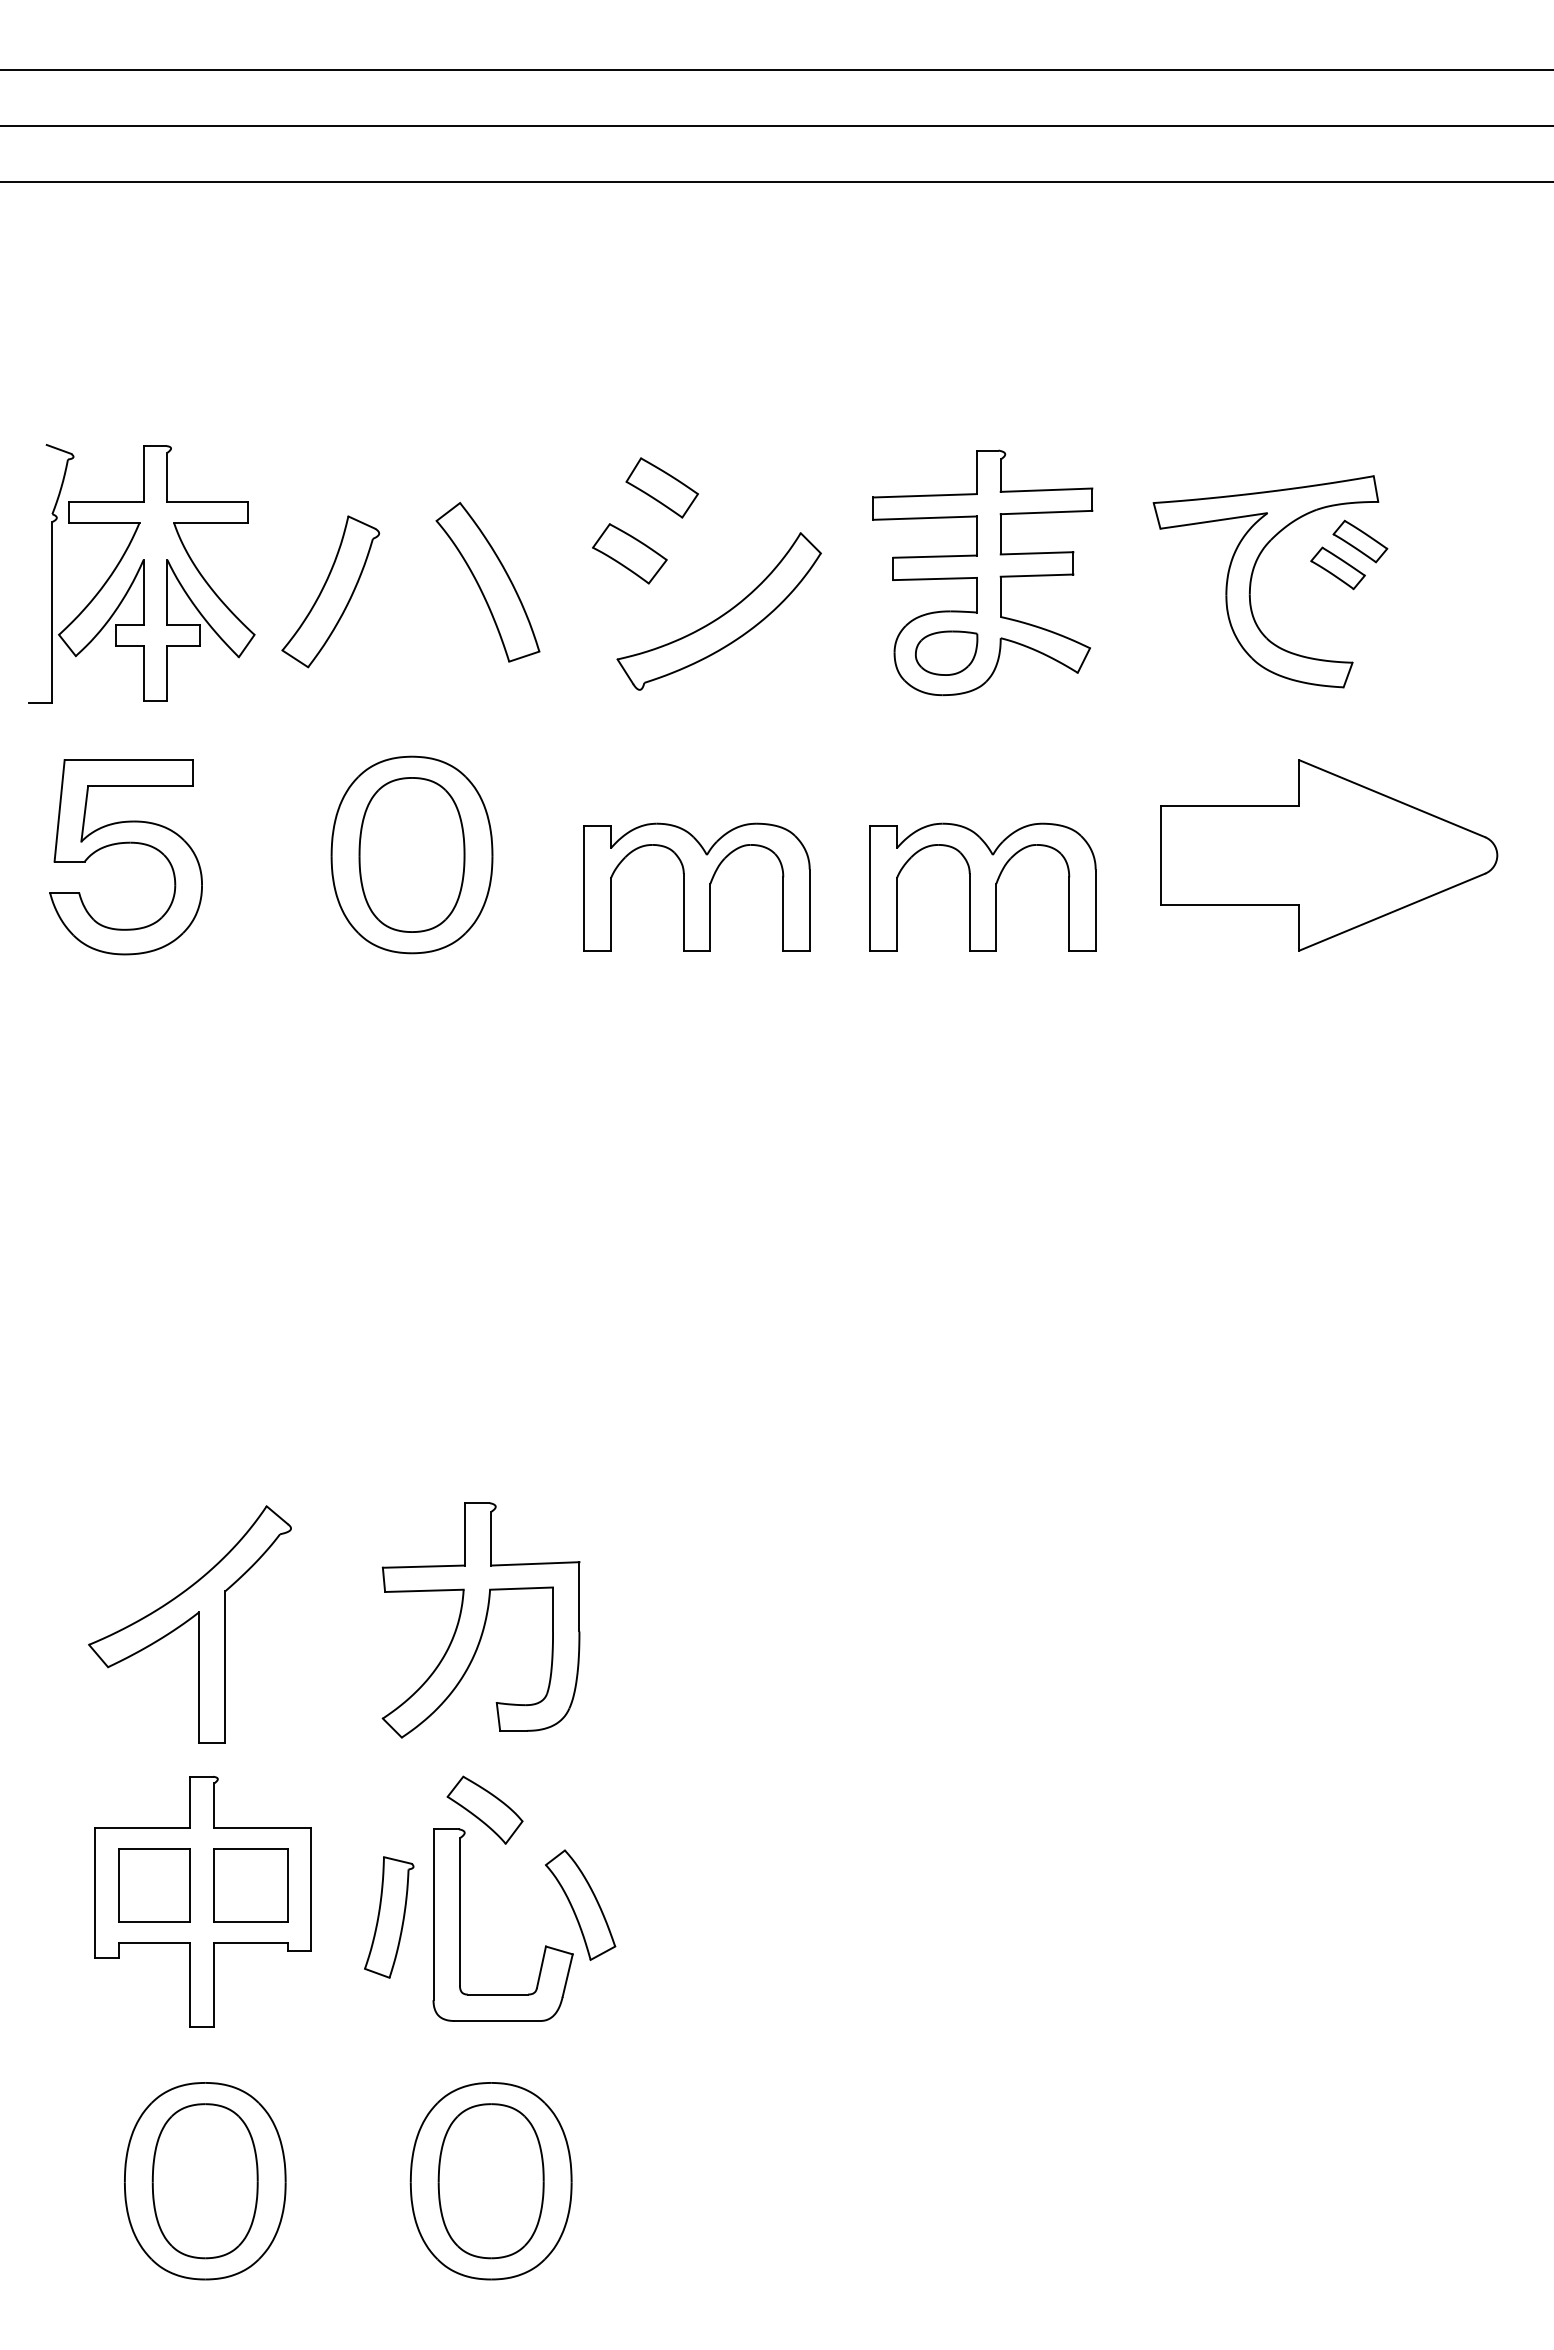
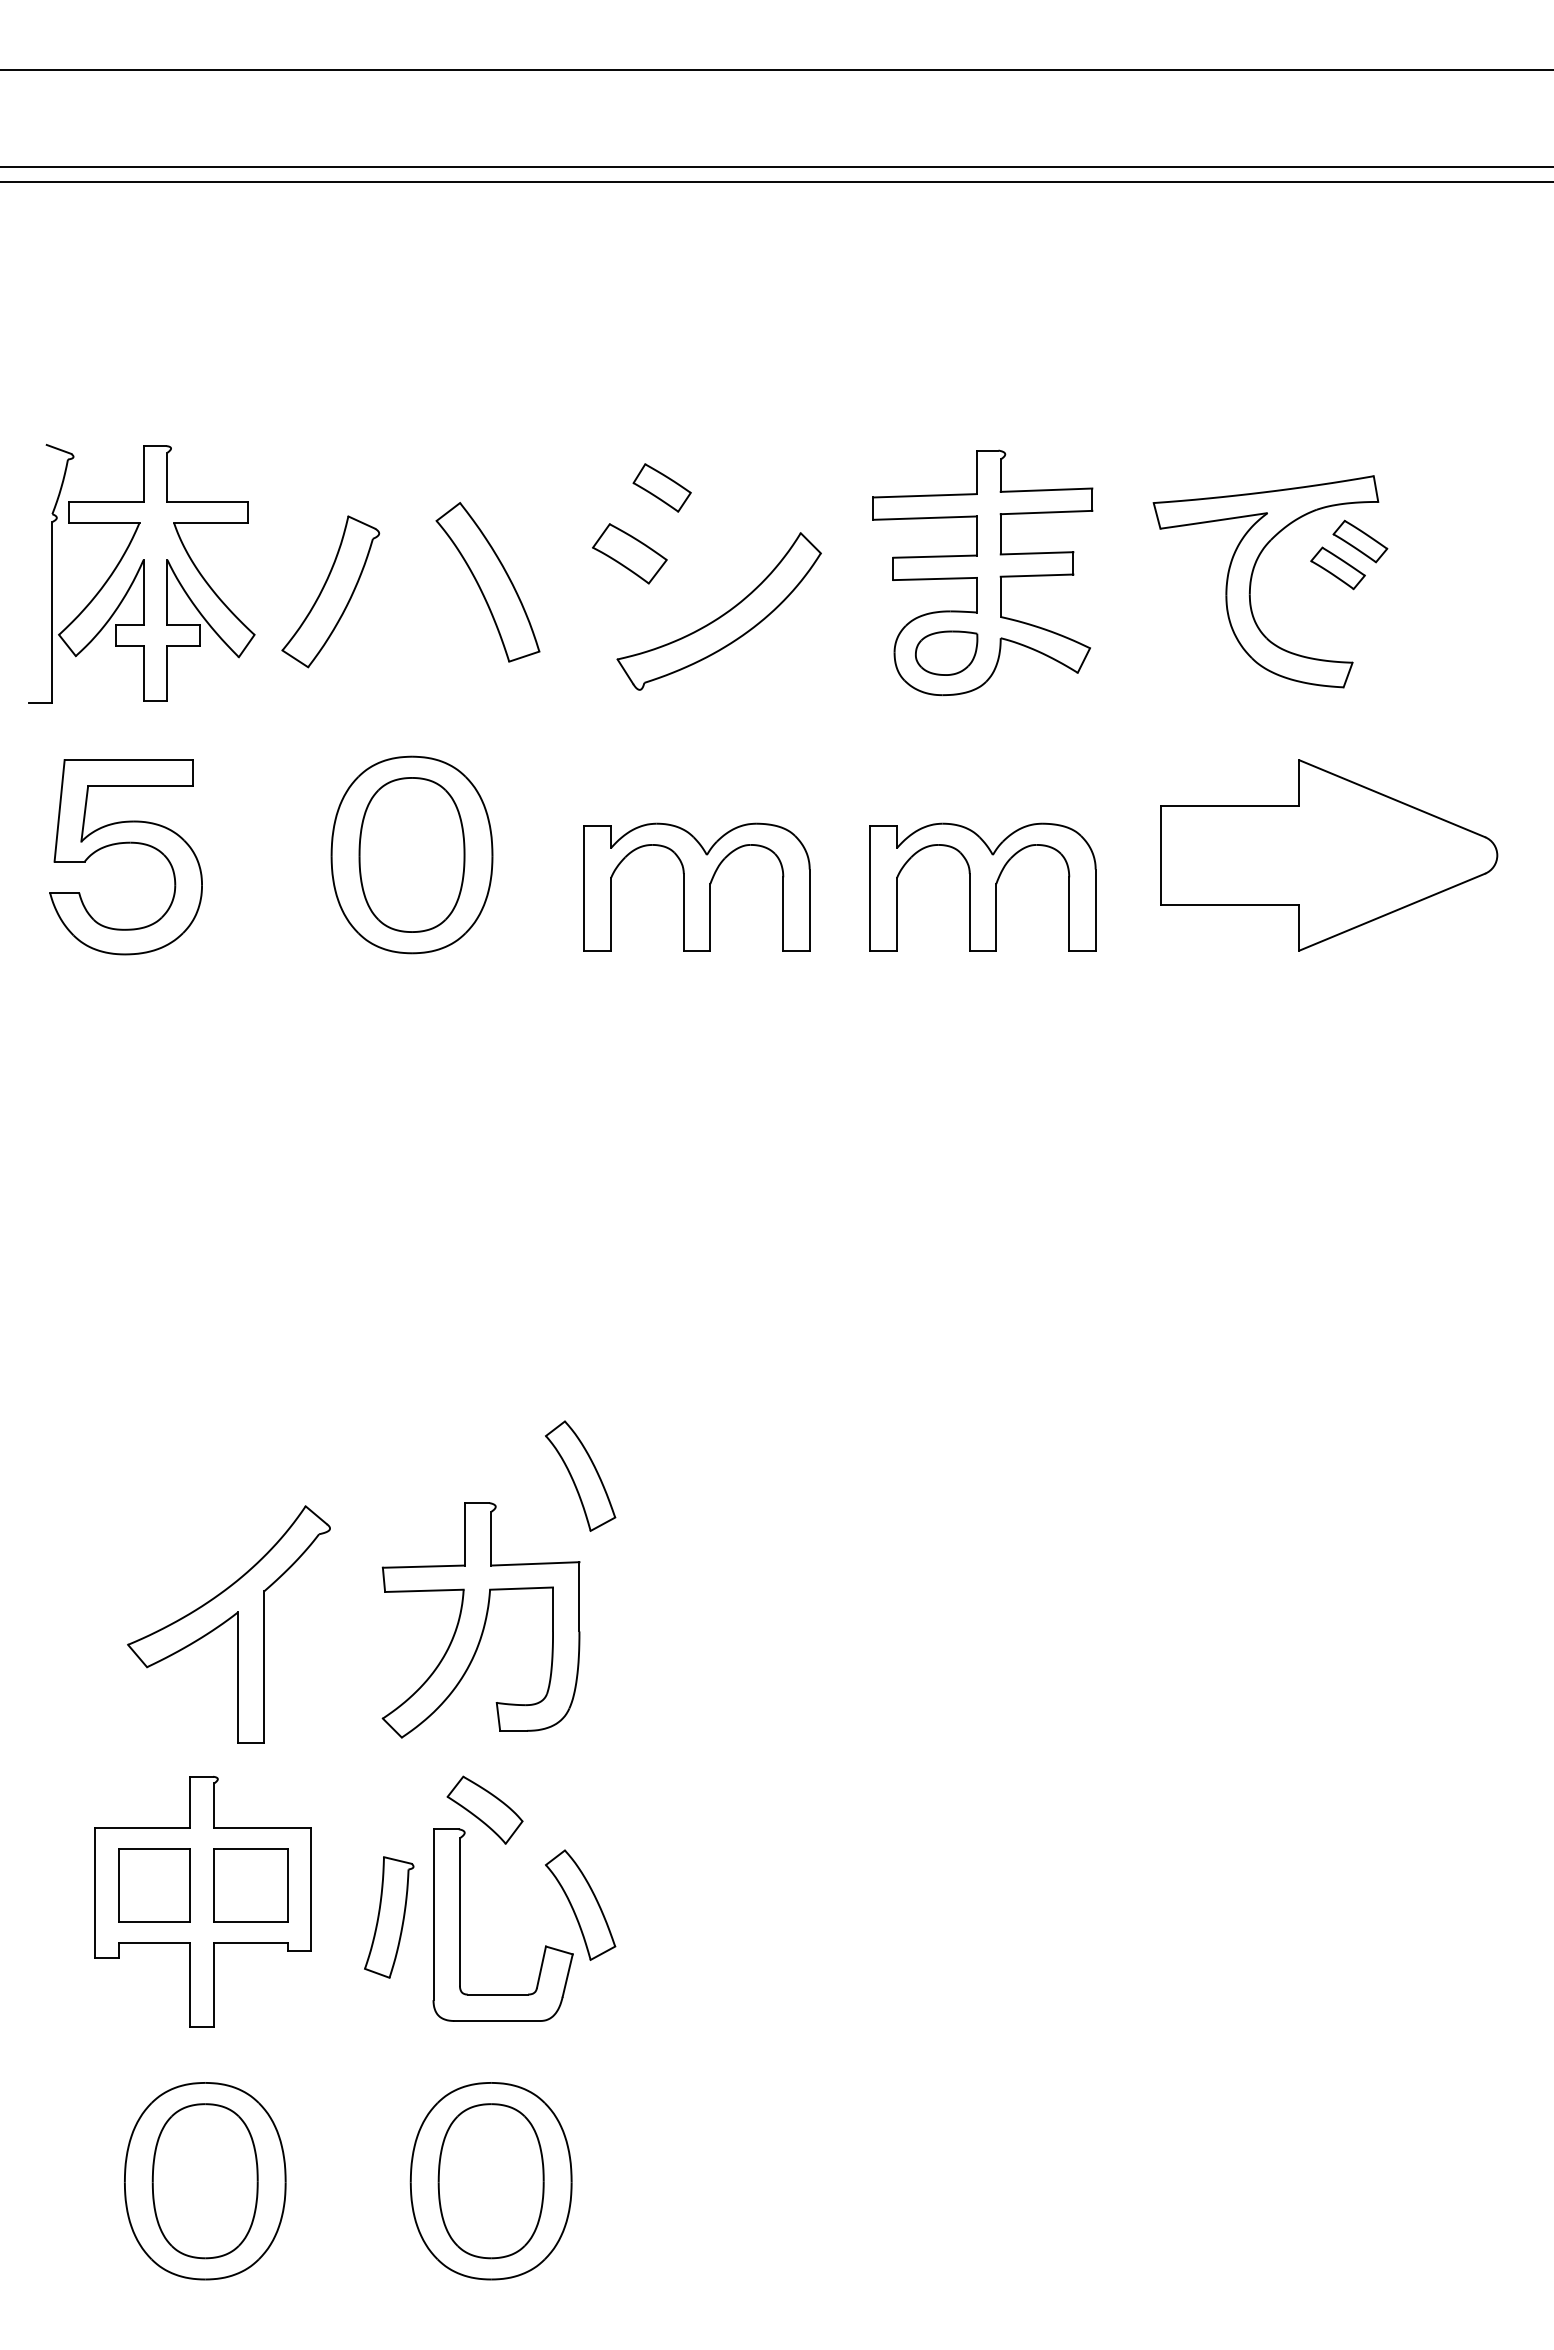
line at (776, 126) position: (776, 126) -> (776, 167)
part at (661, 487) size: 74x62 px -> 60x50 px
part at (580, 1475): none -> present
part at (189, 1624) position: (189, 1624) -> (228, 1624)
